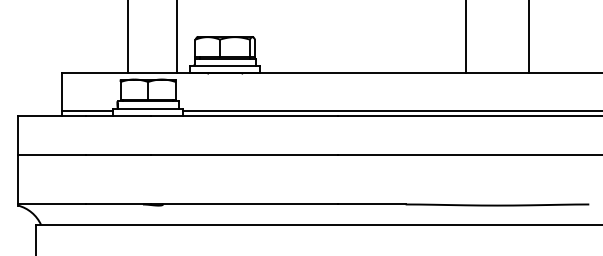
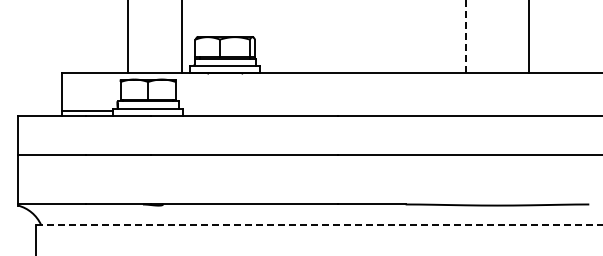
line at (465, 36): solid -> dashed
line at (176, 37) position: (176, 37) -> (181, 37)
line at (391, 111): present -> none
line at (320, 224): solid -> dashed
